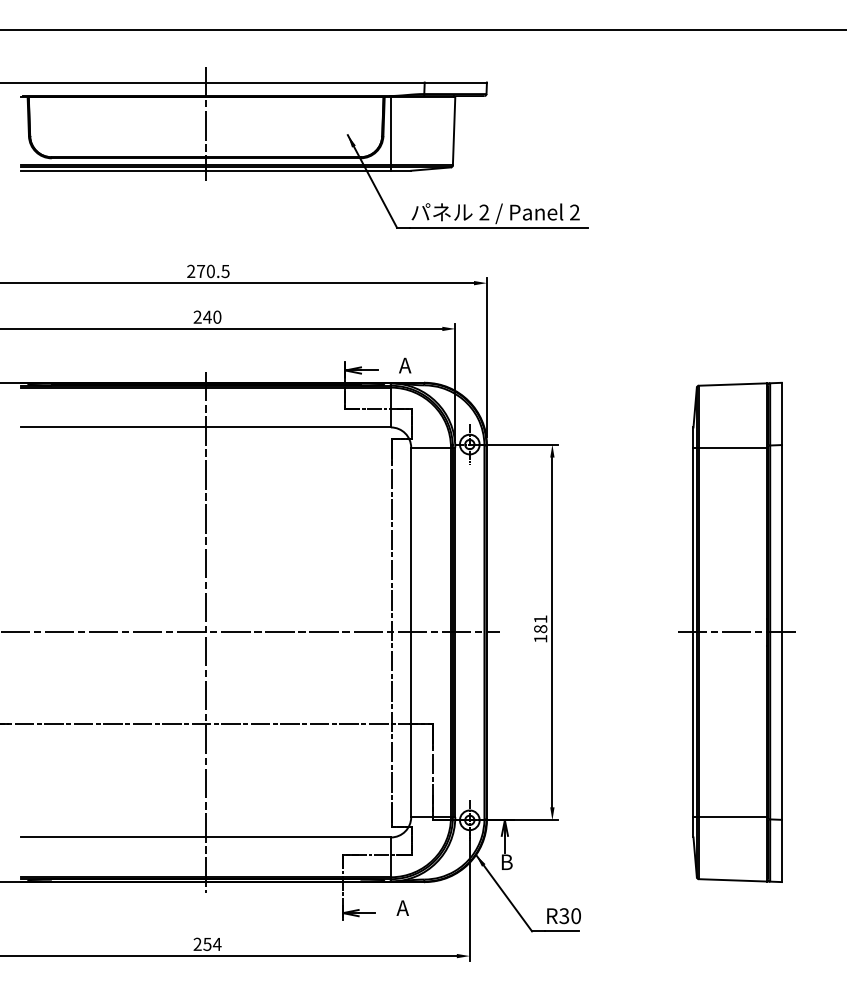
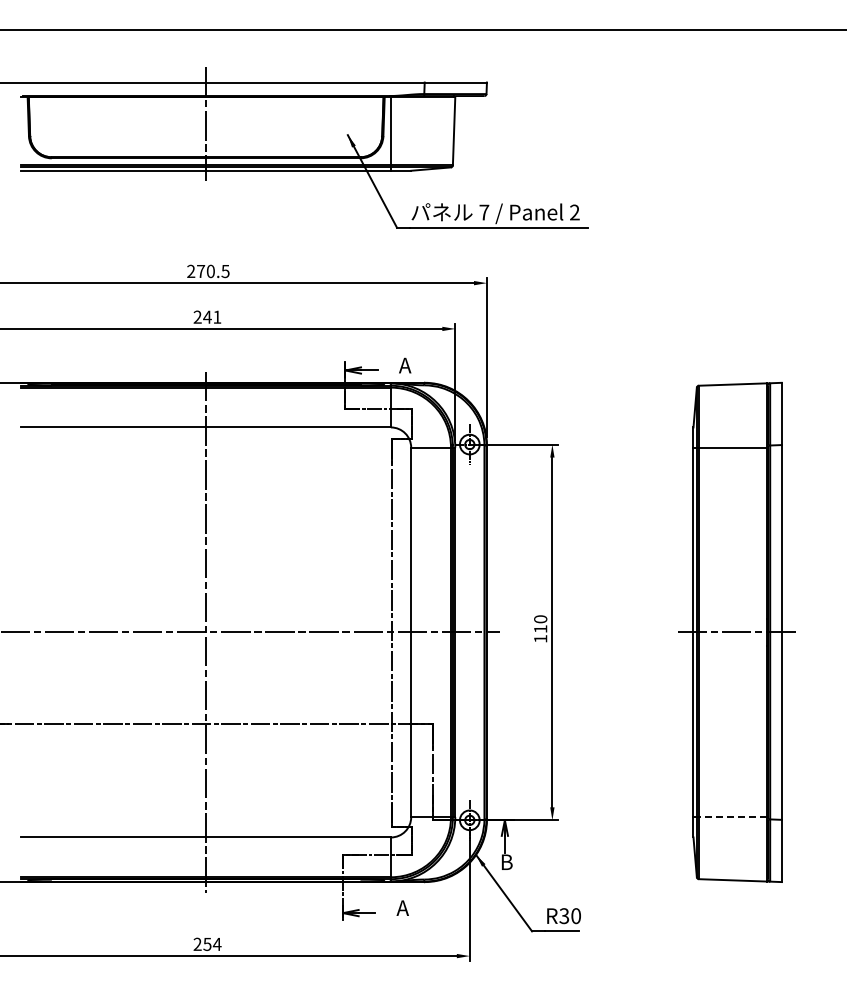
text at (484, 212): 2 -> 7
text at (217, 316): 240 -> 241
text at (540, 624): 181 -> 110
line at (732, 817): solid -> dashed
